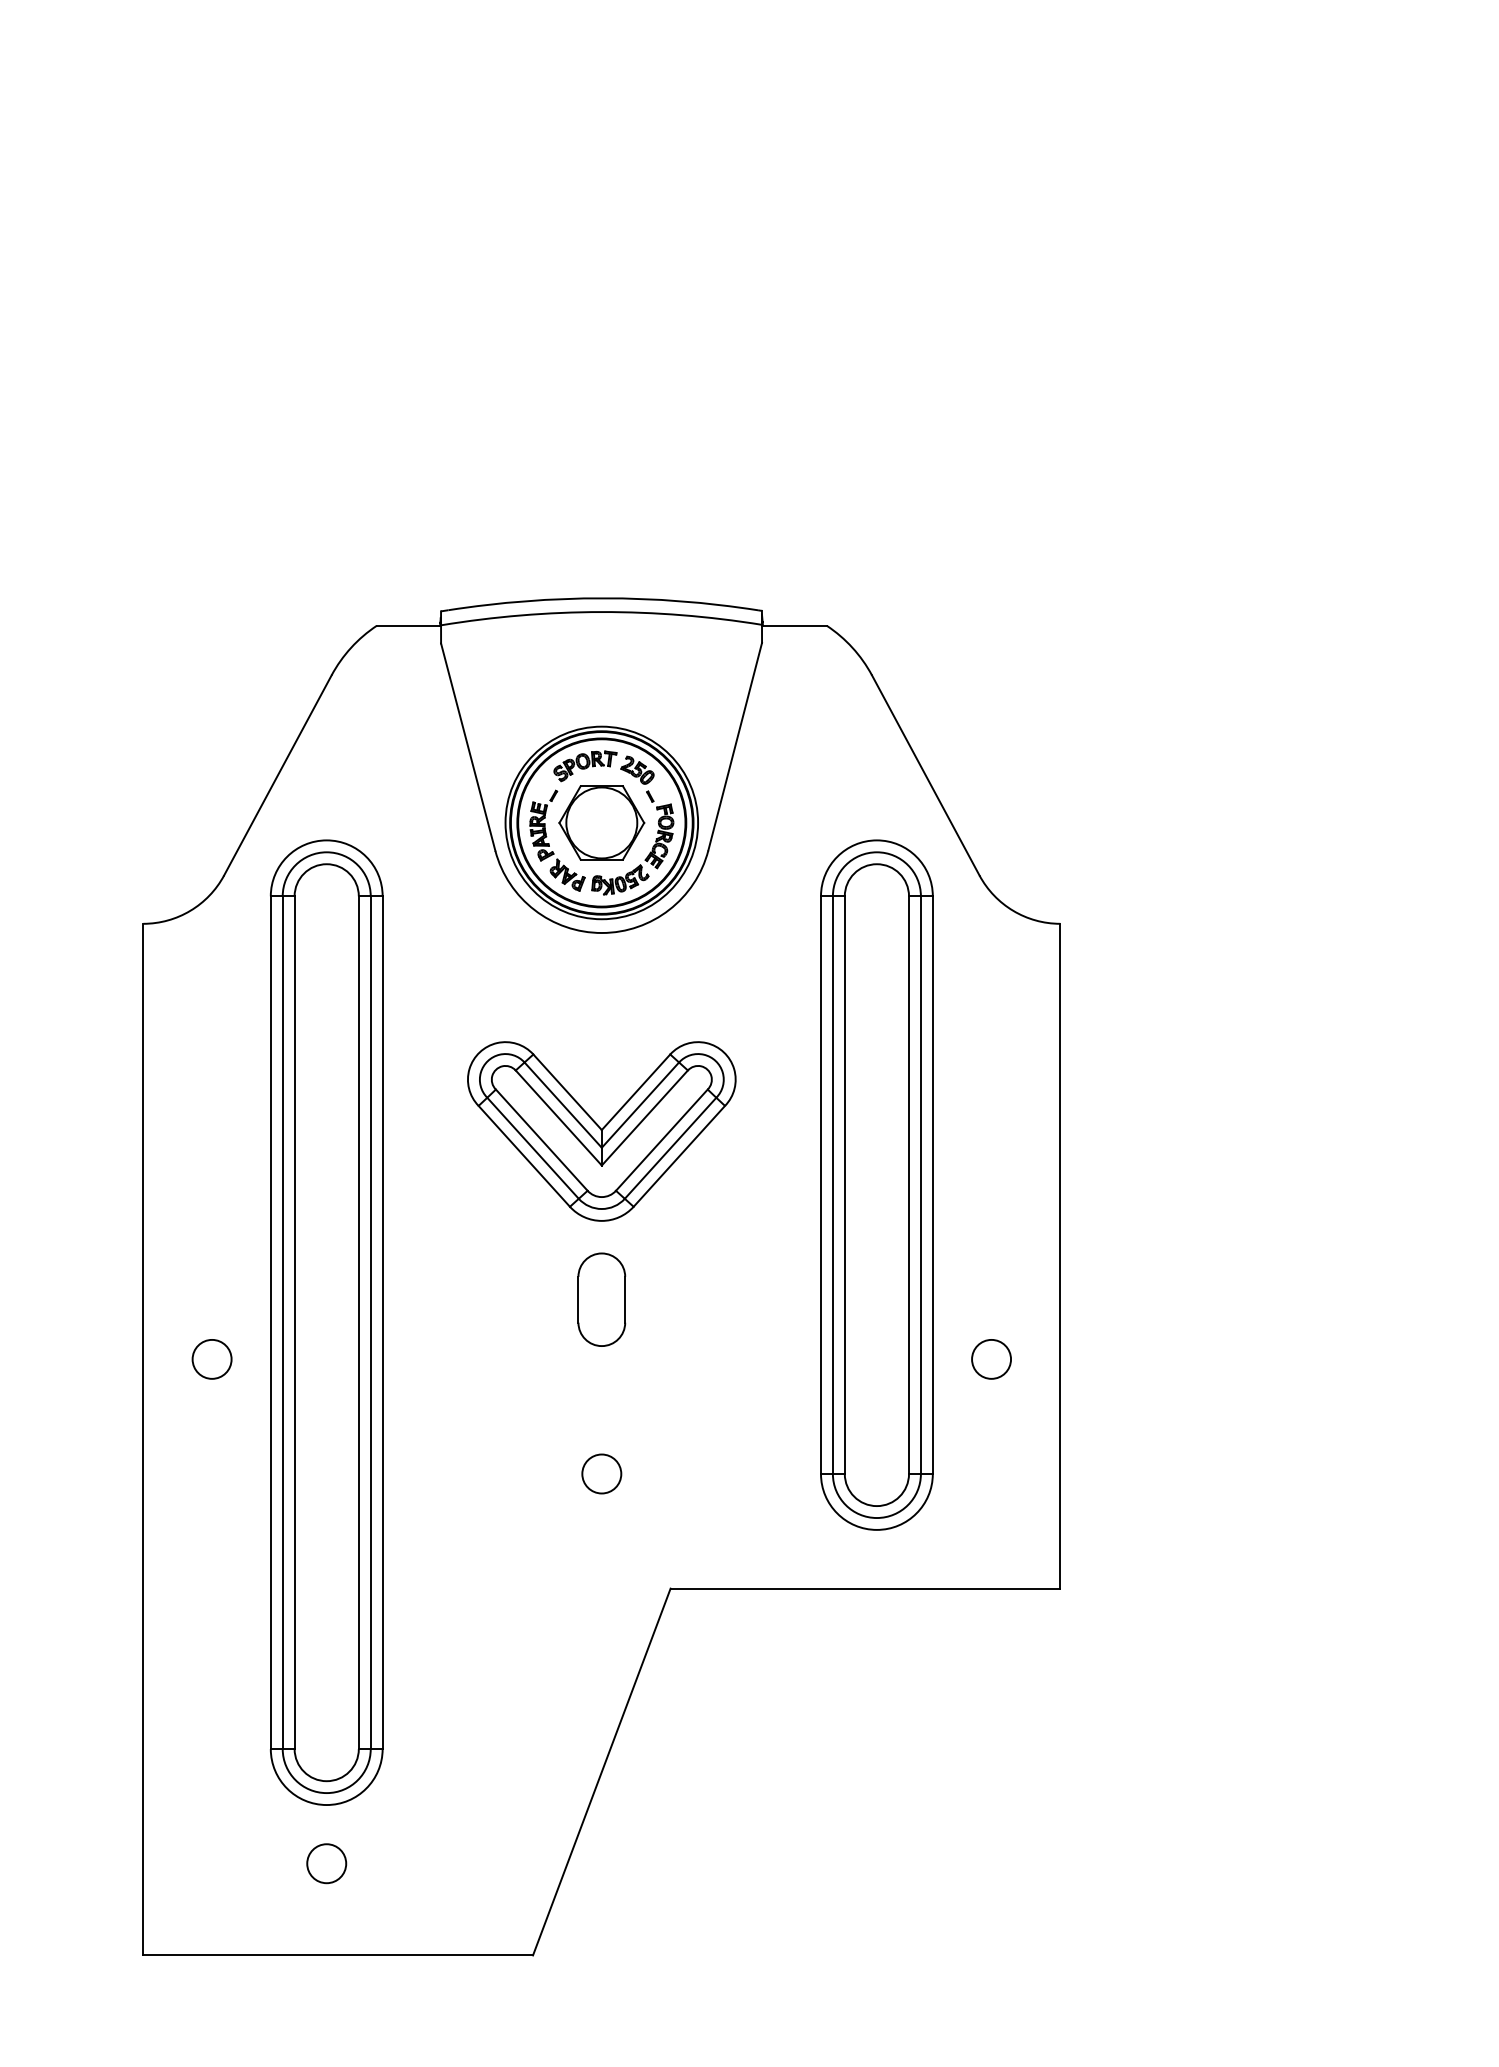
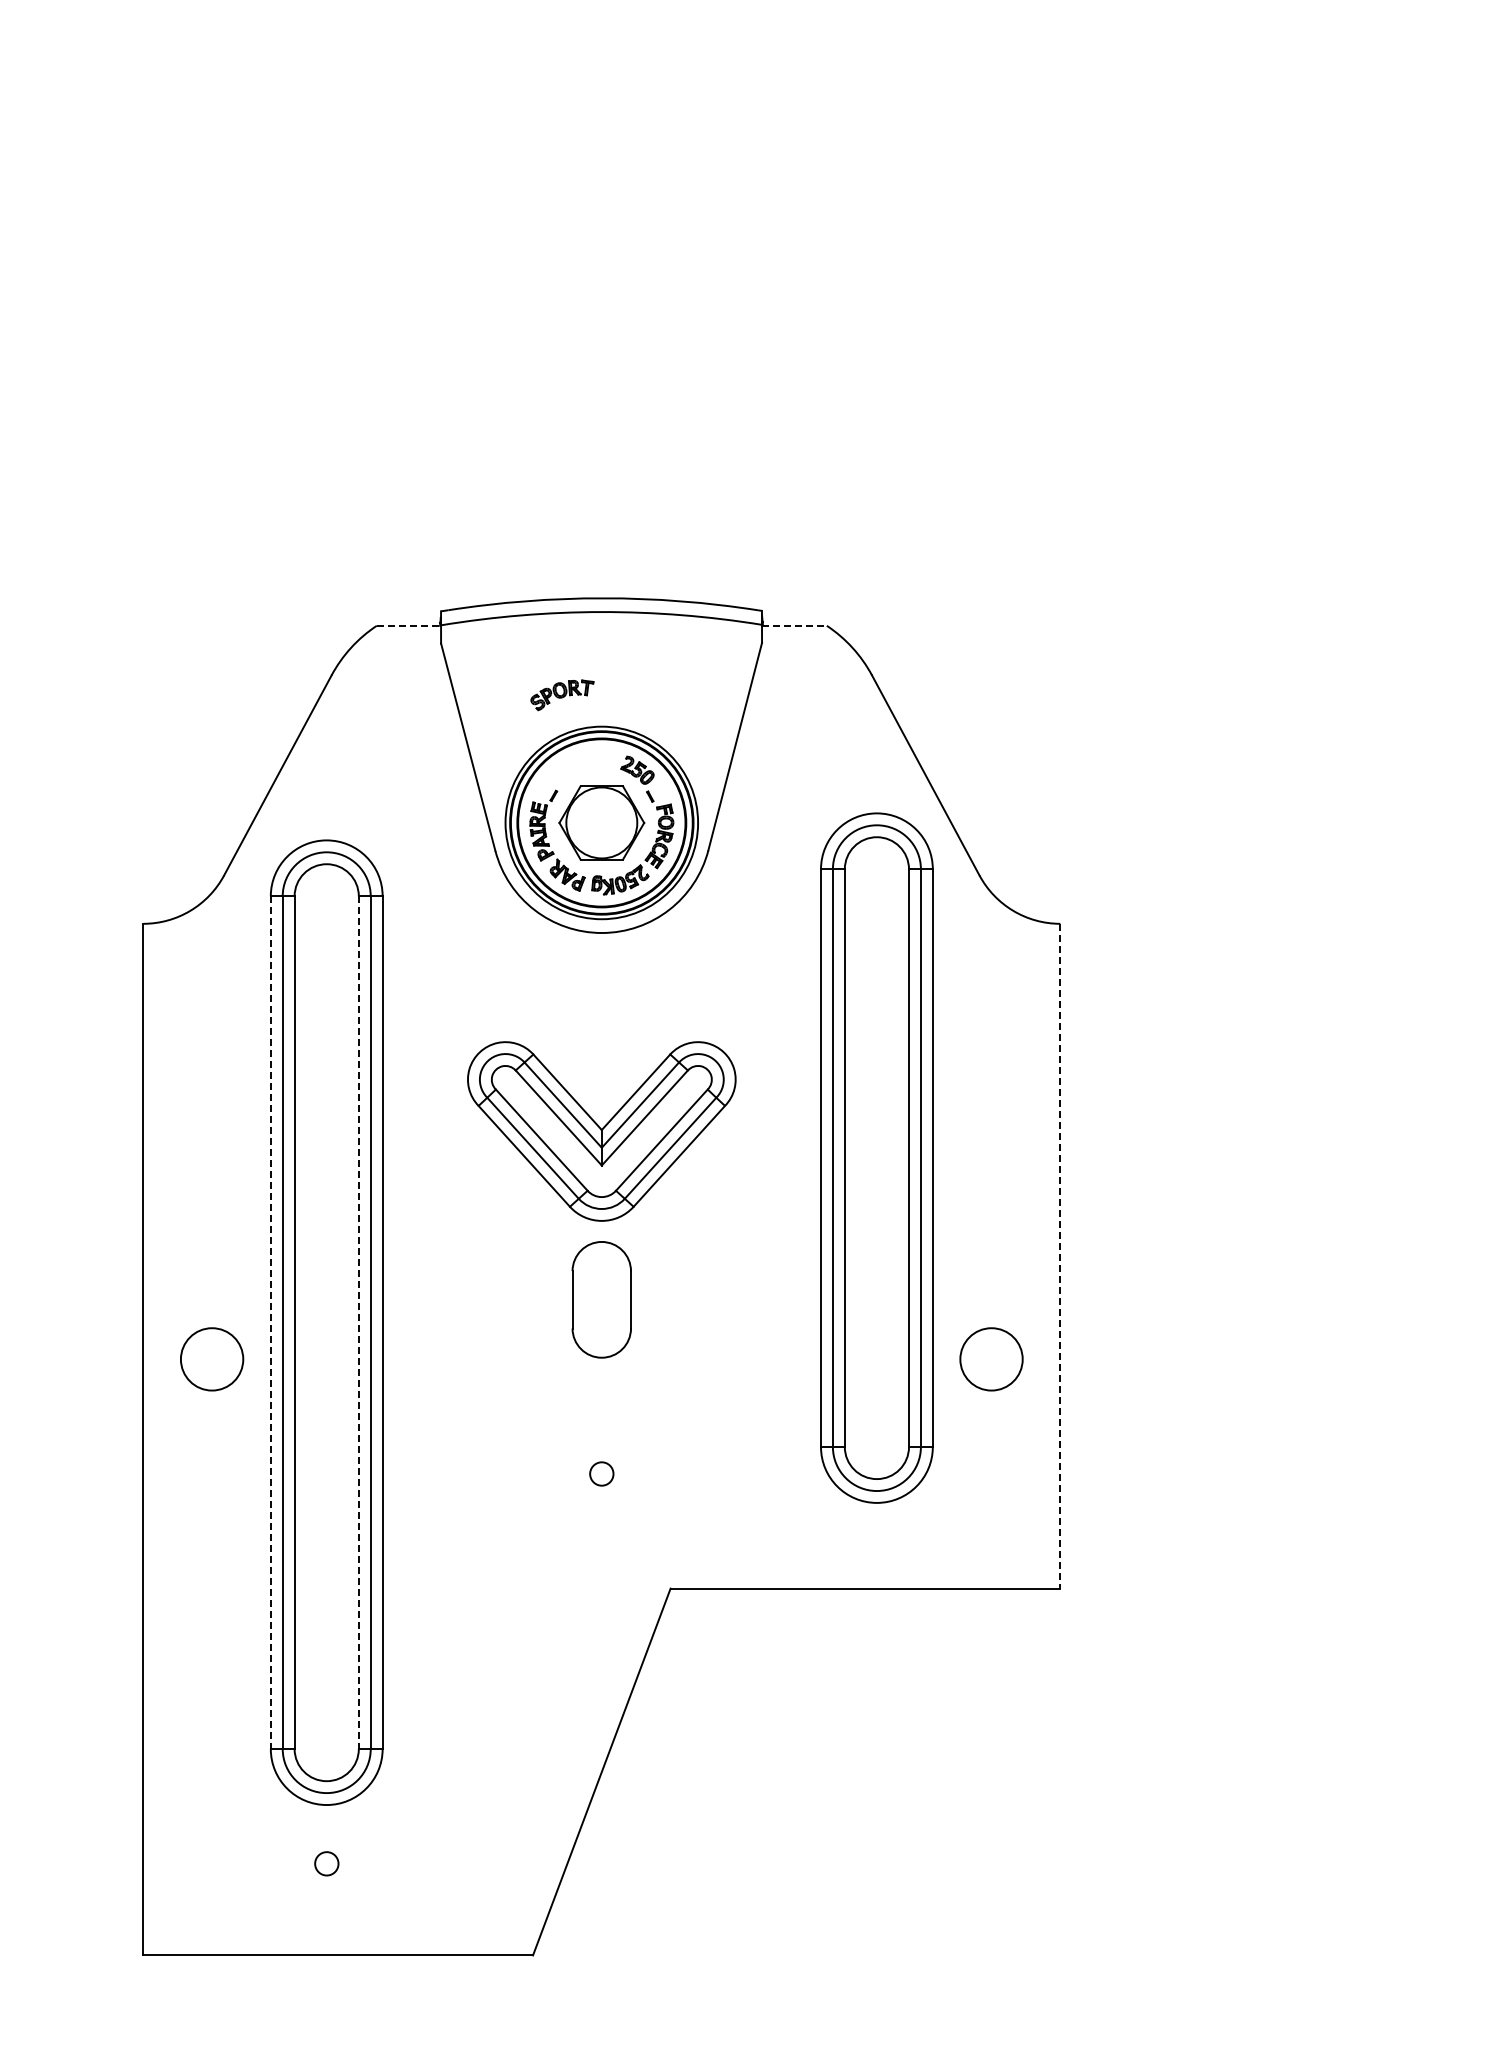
line at (409, 625): solid -> dashed
line at (794, 625): solid -> dashed
part at (585, 766) position: (585, 766) -> (562, 695)
part at (876, 1184) position: (876, 1184) -> (876, 1157)
line at (1060, 1256): solid -> dashed
part at (601, 1299) size: 50x95 px -> 61x118 px
line at (270, 1323): solid -> dashed
line at (358, 1323): solid -> dashed
circle at (211, 1358) diameter: 39 px -> 62 px
circle at (991, 1358) diameter: 39 px -> 62 px
circle at (601, 1473) diameter: 39 px -> 23 px
circle at (326, 1863) size: 42x42 px -> 26x26 px
